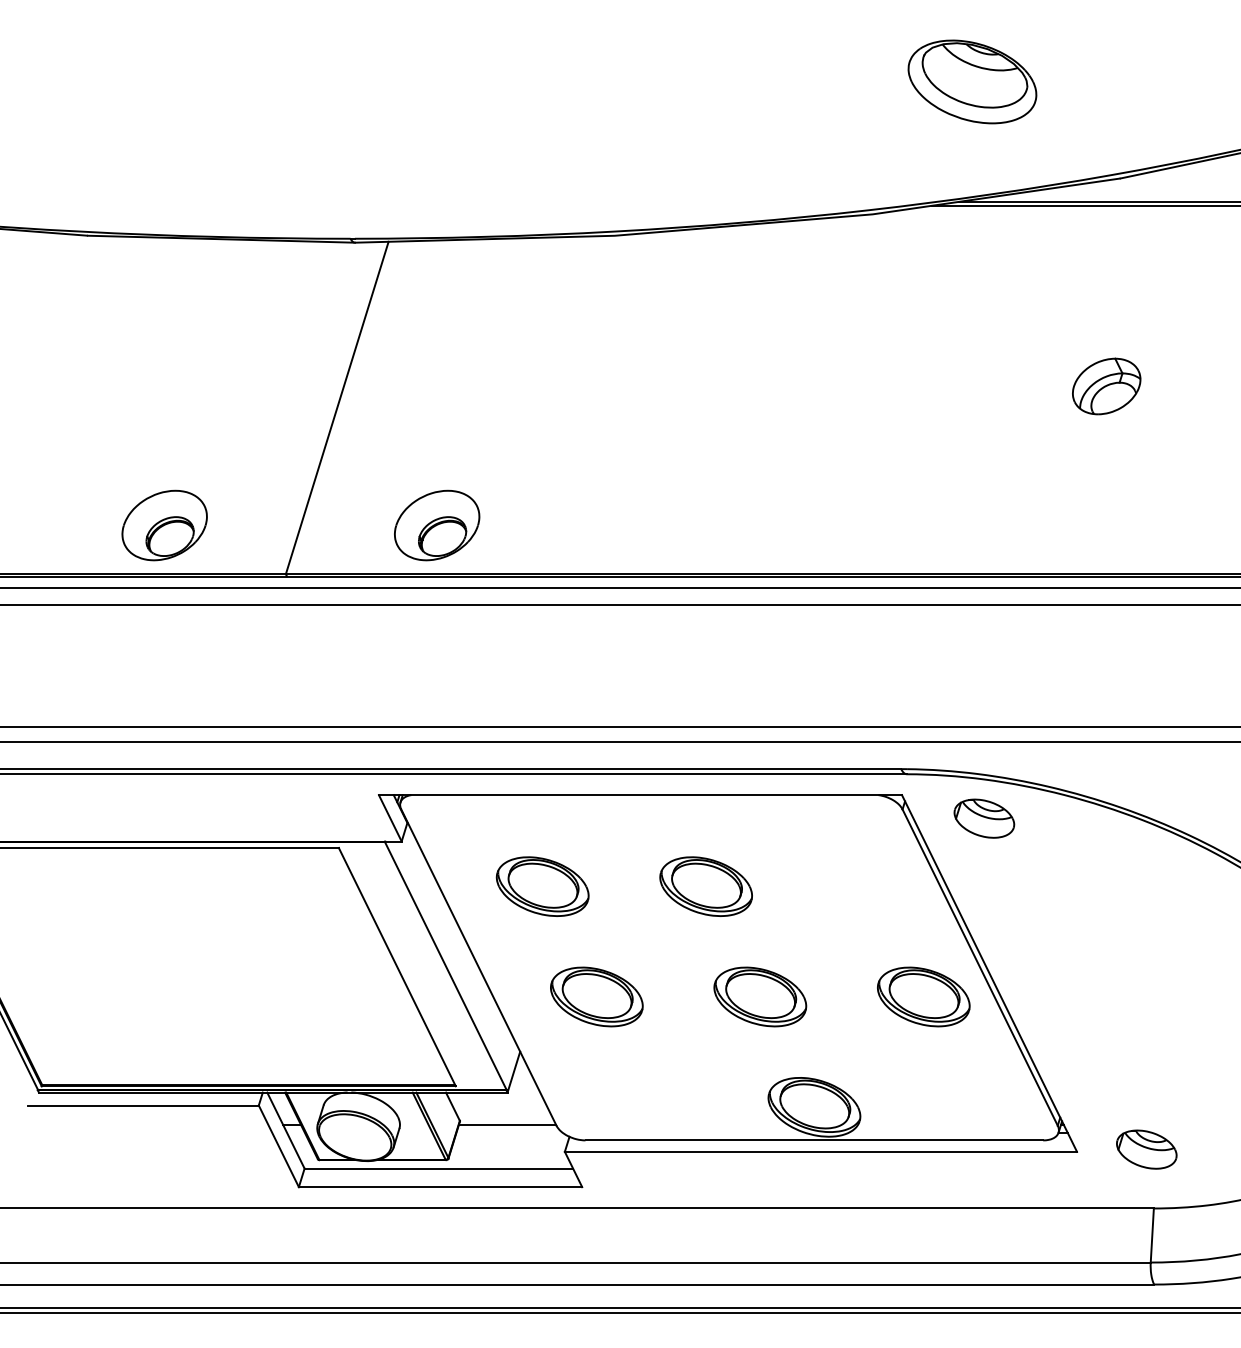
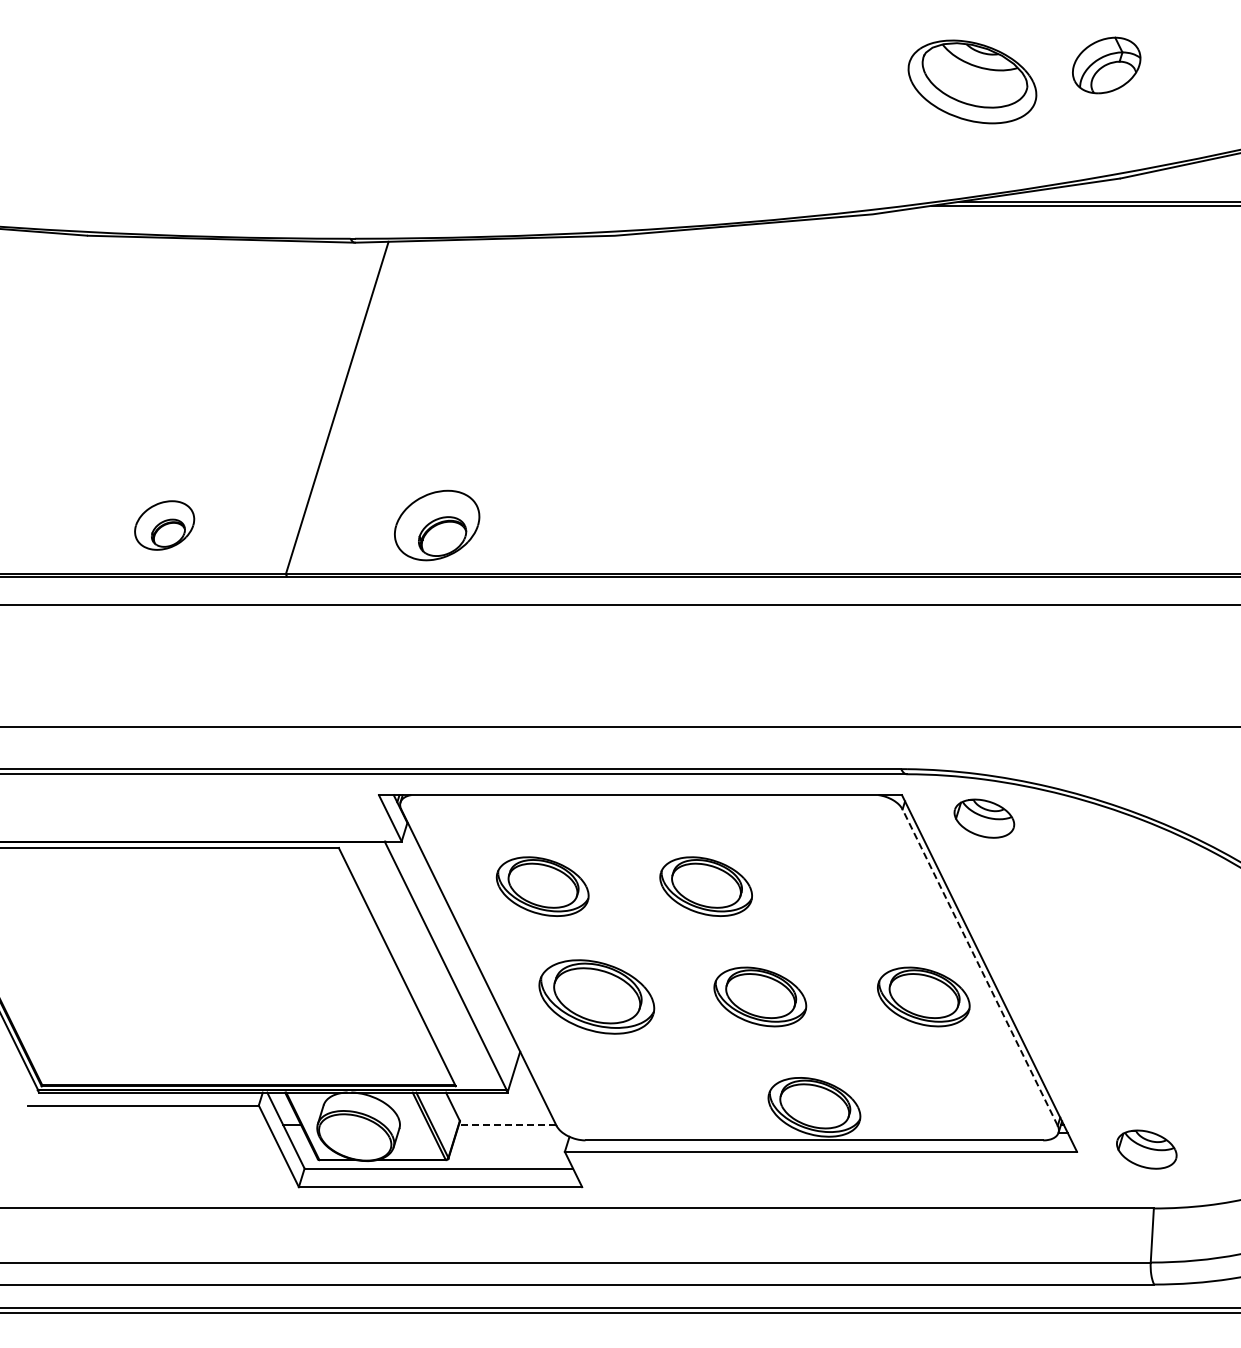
part at (1106, 386) position: (1106, 386) -> (1106, 65)
part at (164, 525) size: 87x73 px -> 62x51 px
line at (619, 588): present -> none
line at (619, 742): present -> none
line at (979, 967): solid -> dashed
part at (596, 996) size: 94x62 px -> 118x76 px
line at (507, 1125): solid -> dashed
